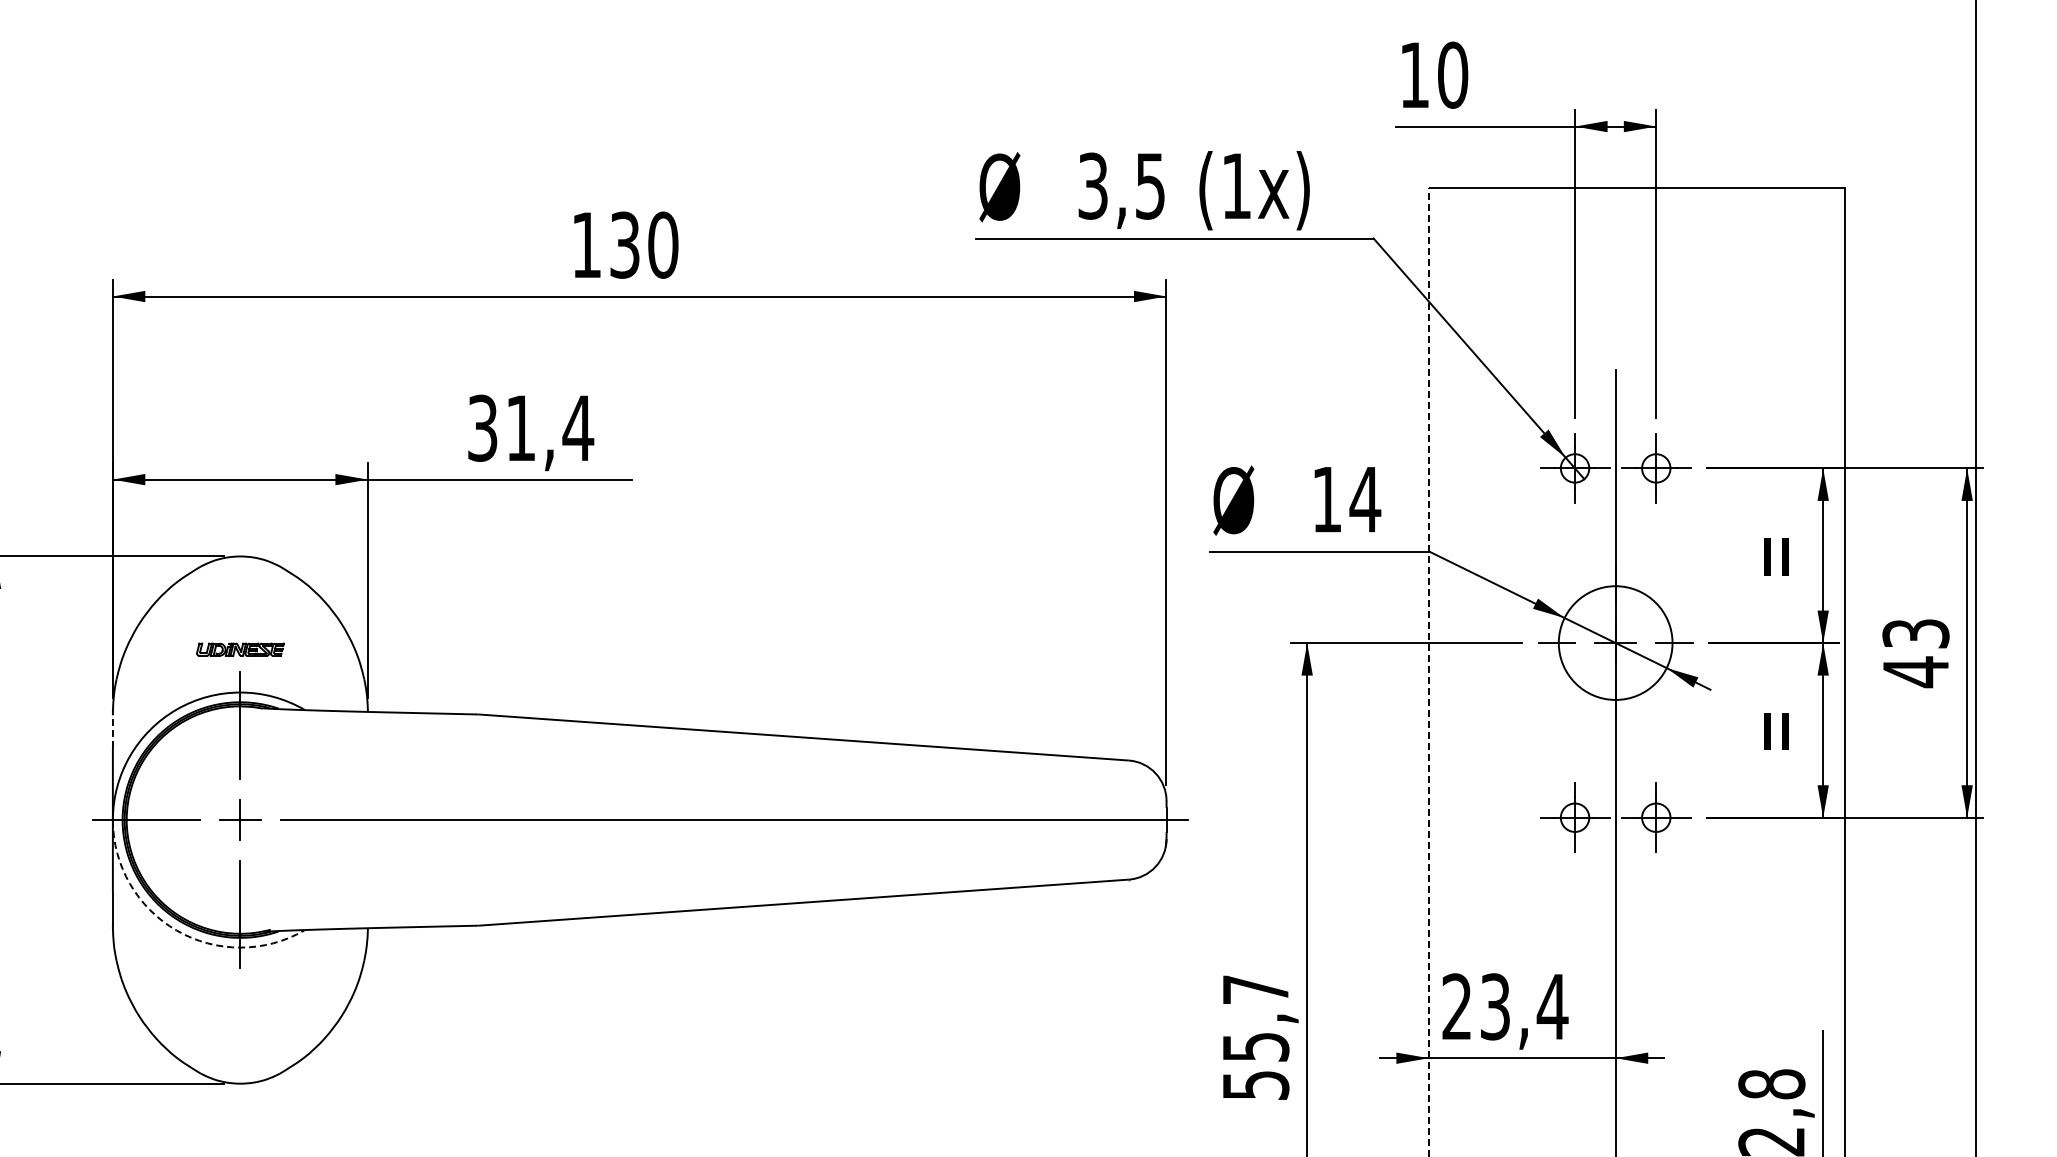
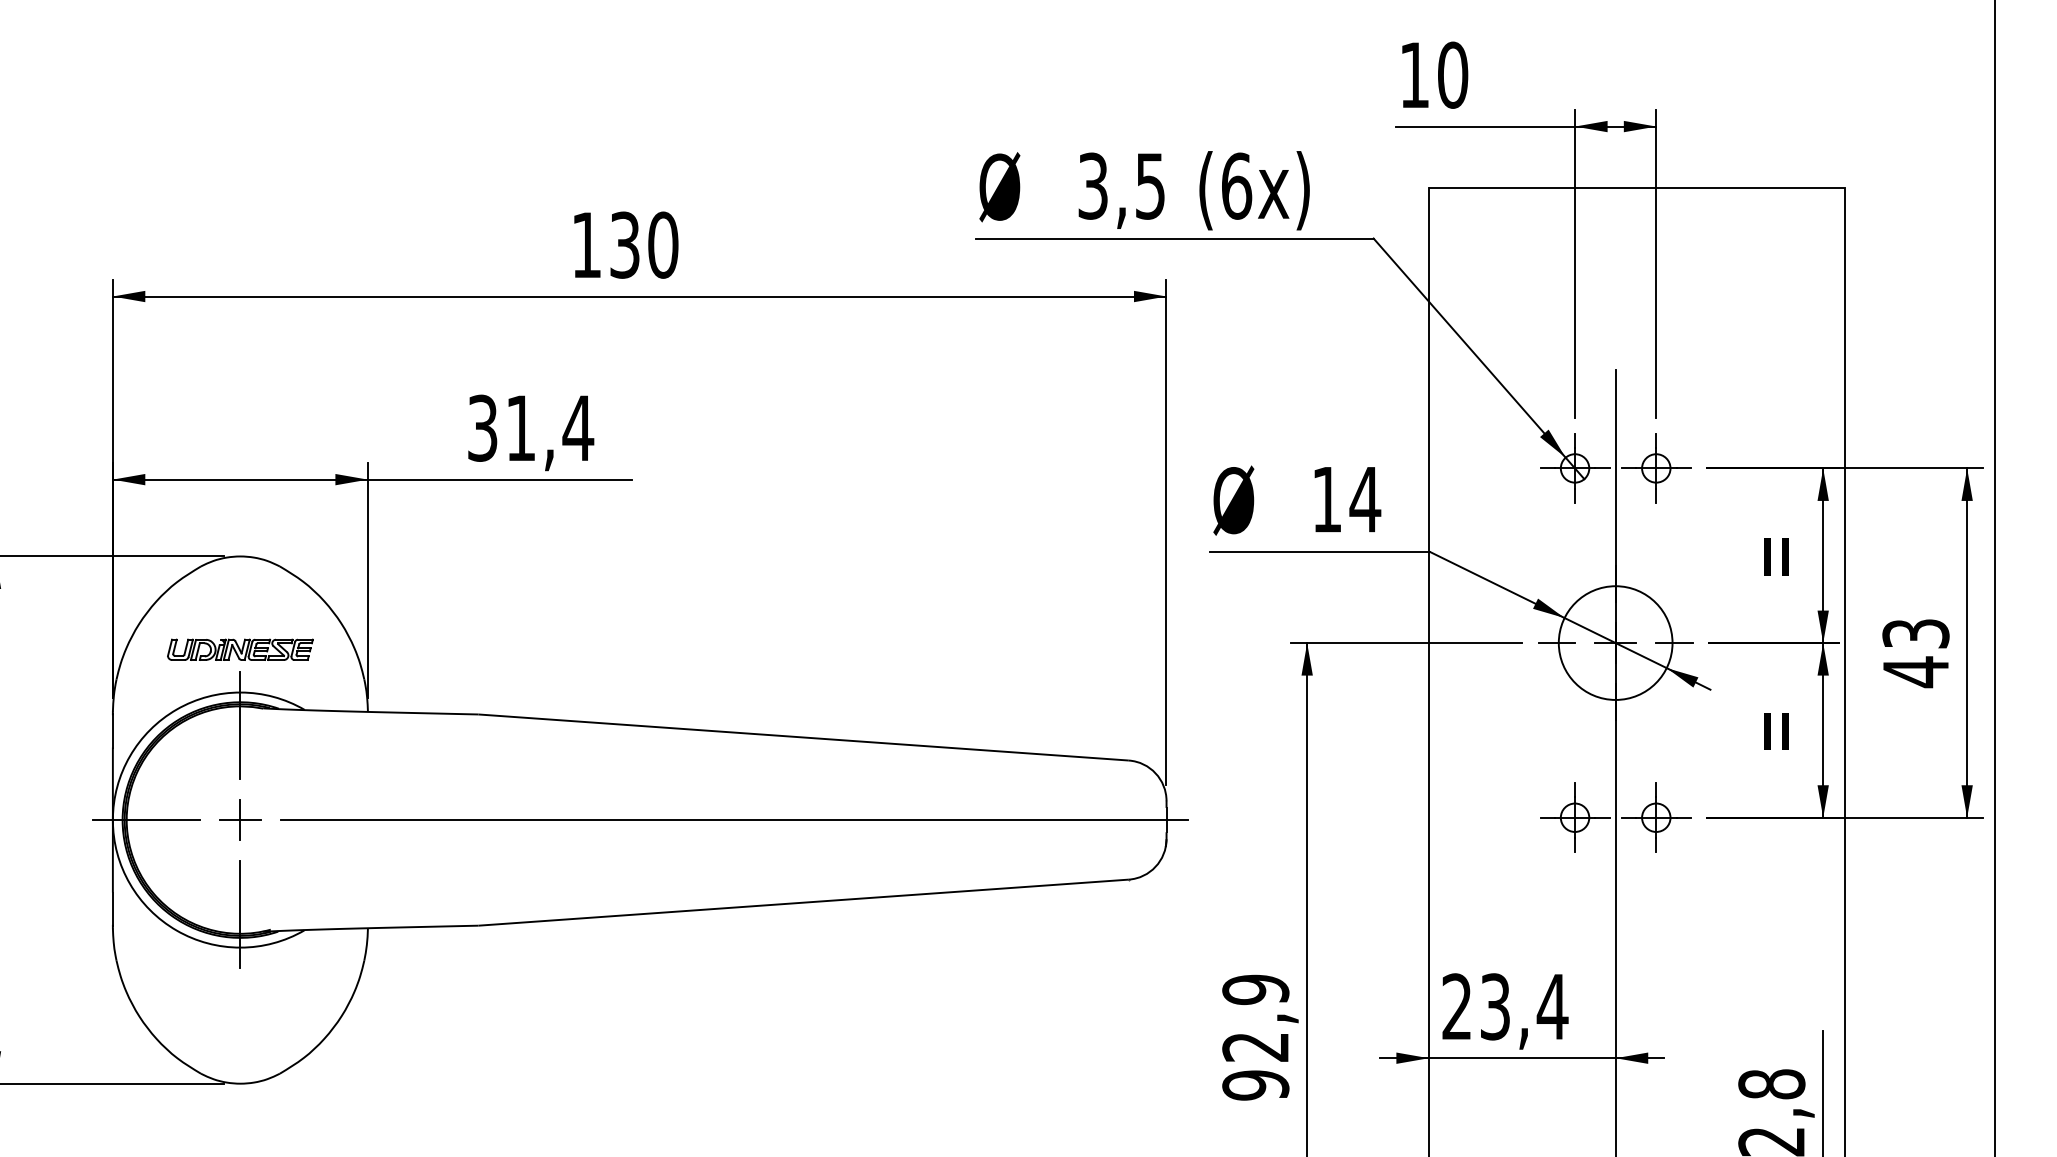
text at (1237, 185): (1x) -> (6x)
line at (1976, 577) position: (1976, 577) -> (1995, 577)
part at (240, 649) size: 89x15 px -> 147x23 px
line at (1428, 671): dashed -> solid
line at (112, 730): dashed -> solid
arc at (176, 930): dashed -> solid
text at (1255, 1037): 55,7 -> 92,9
